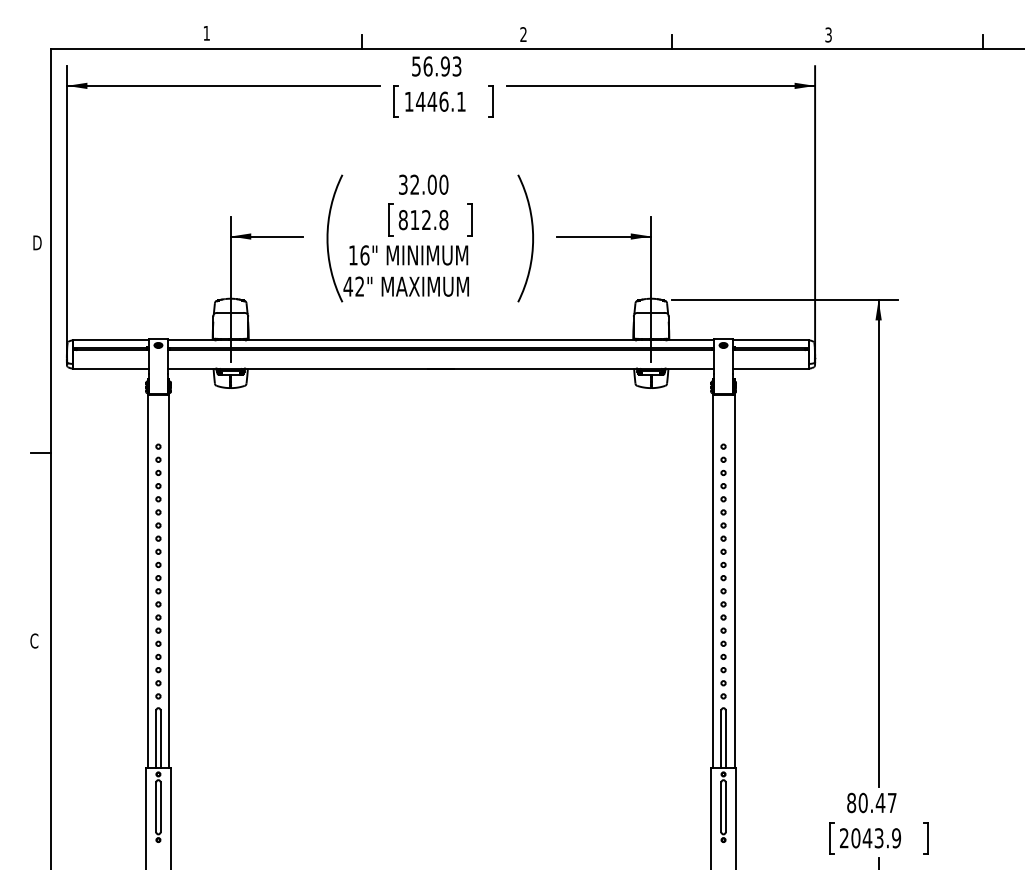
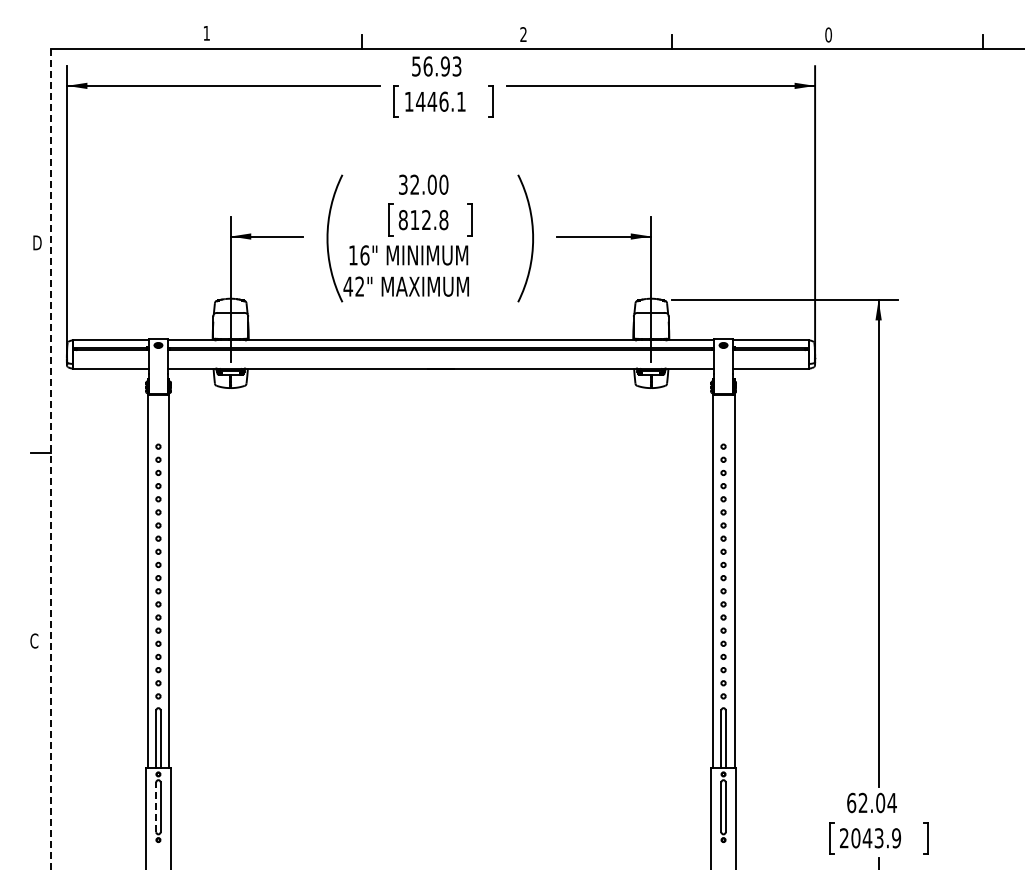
text at (828, 34): 3 -> 0
line at (51, 459): solid -> dashed
text at (871, 802): 80.47 -> 62.04
line at (156, 807): solid -> dashed
